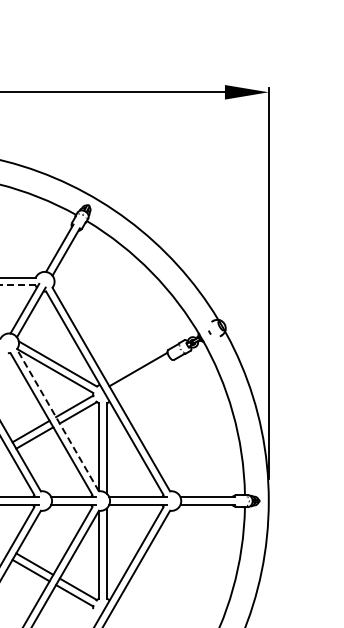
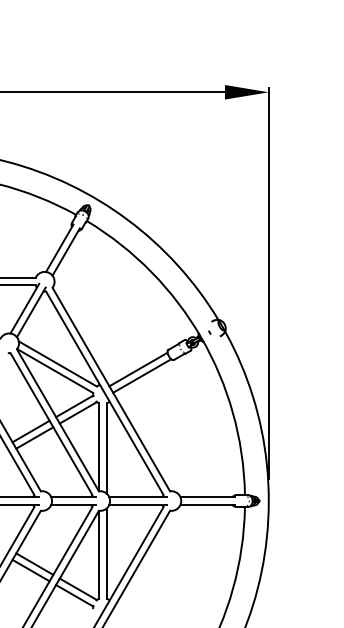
line at (17, 285): dashed -> solid
line at (142, 375): none -> present
line at (57, 420): dashed -> solid
